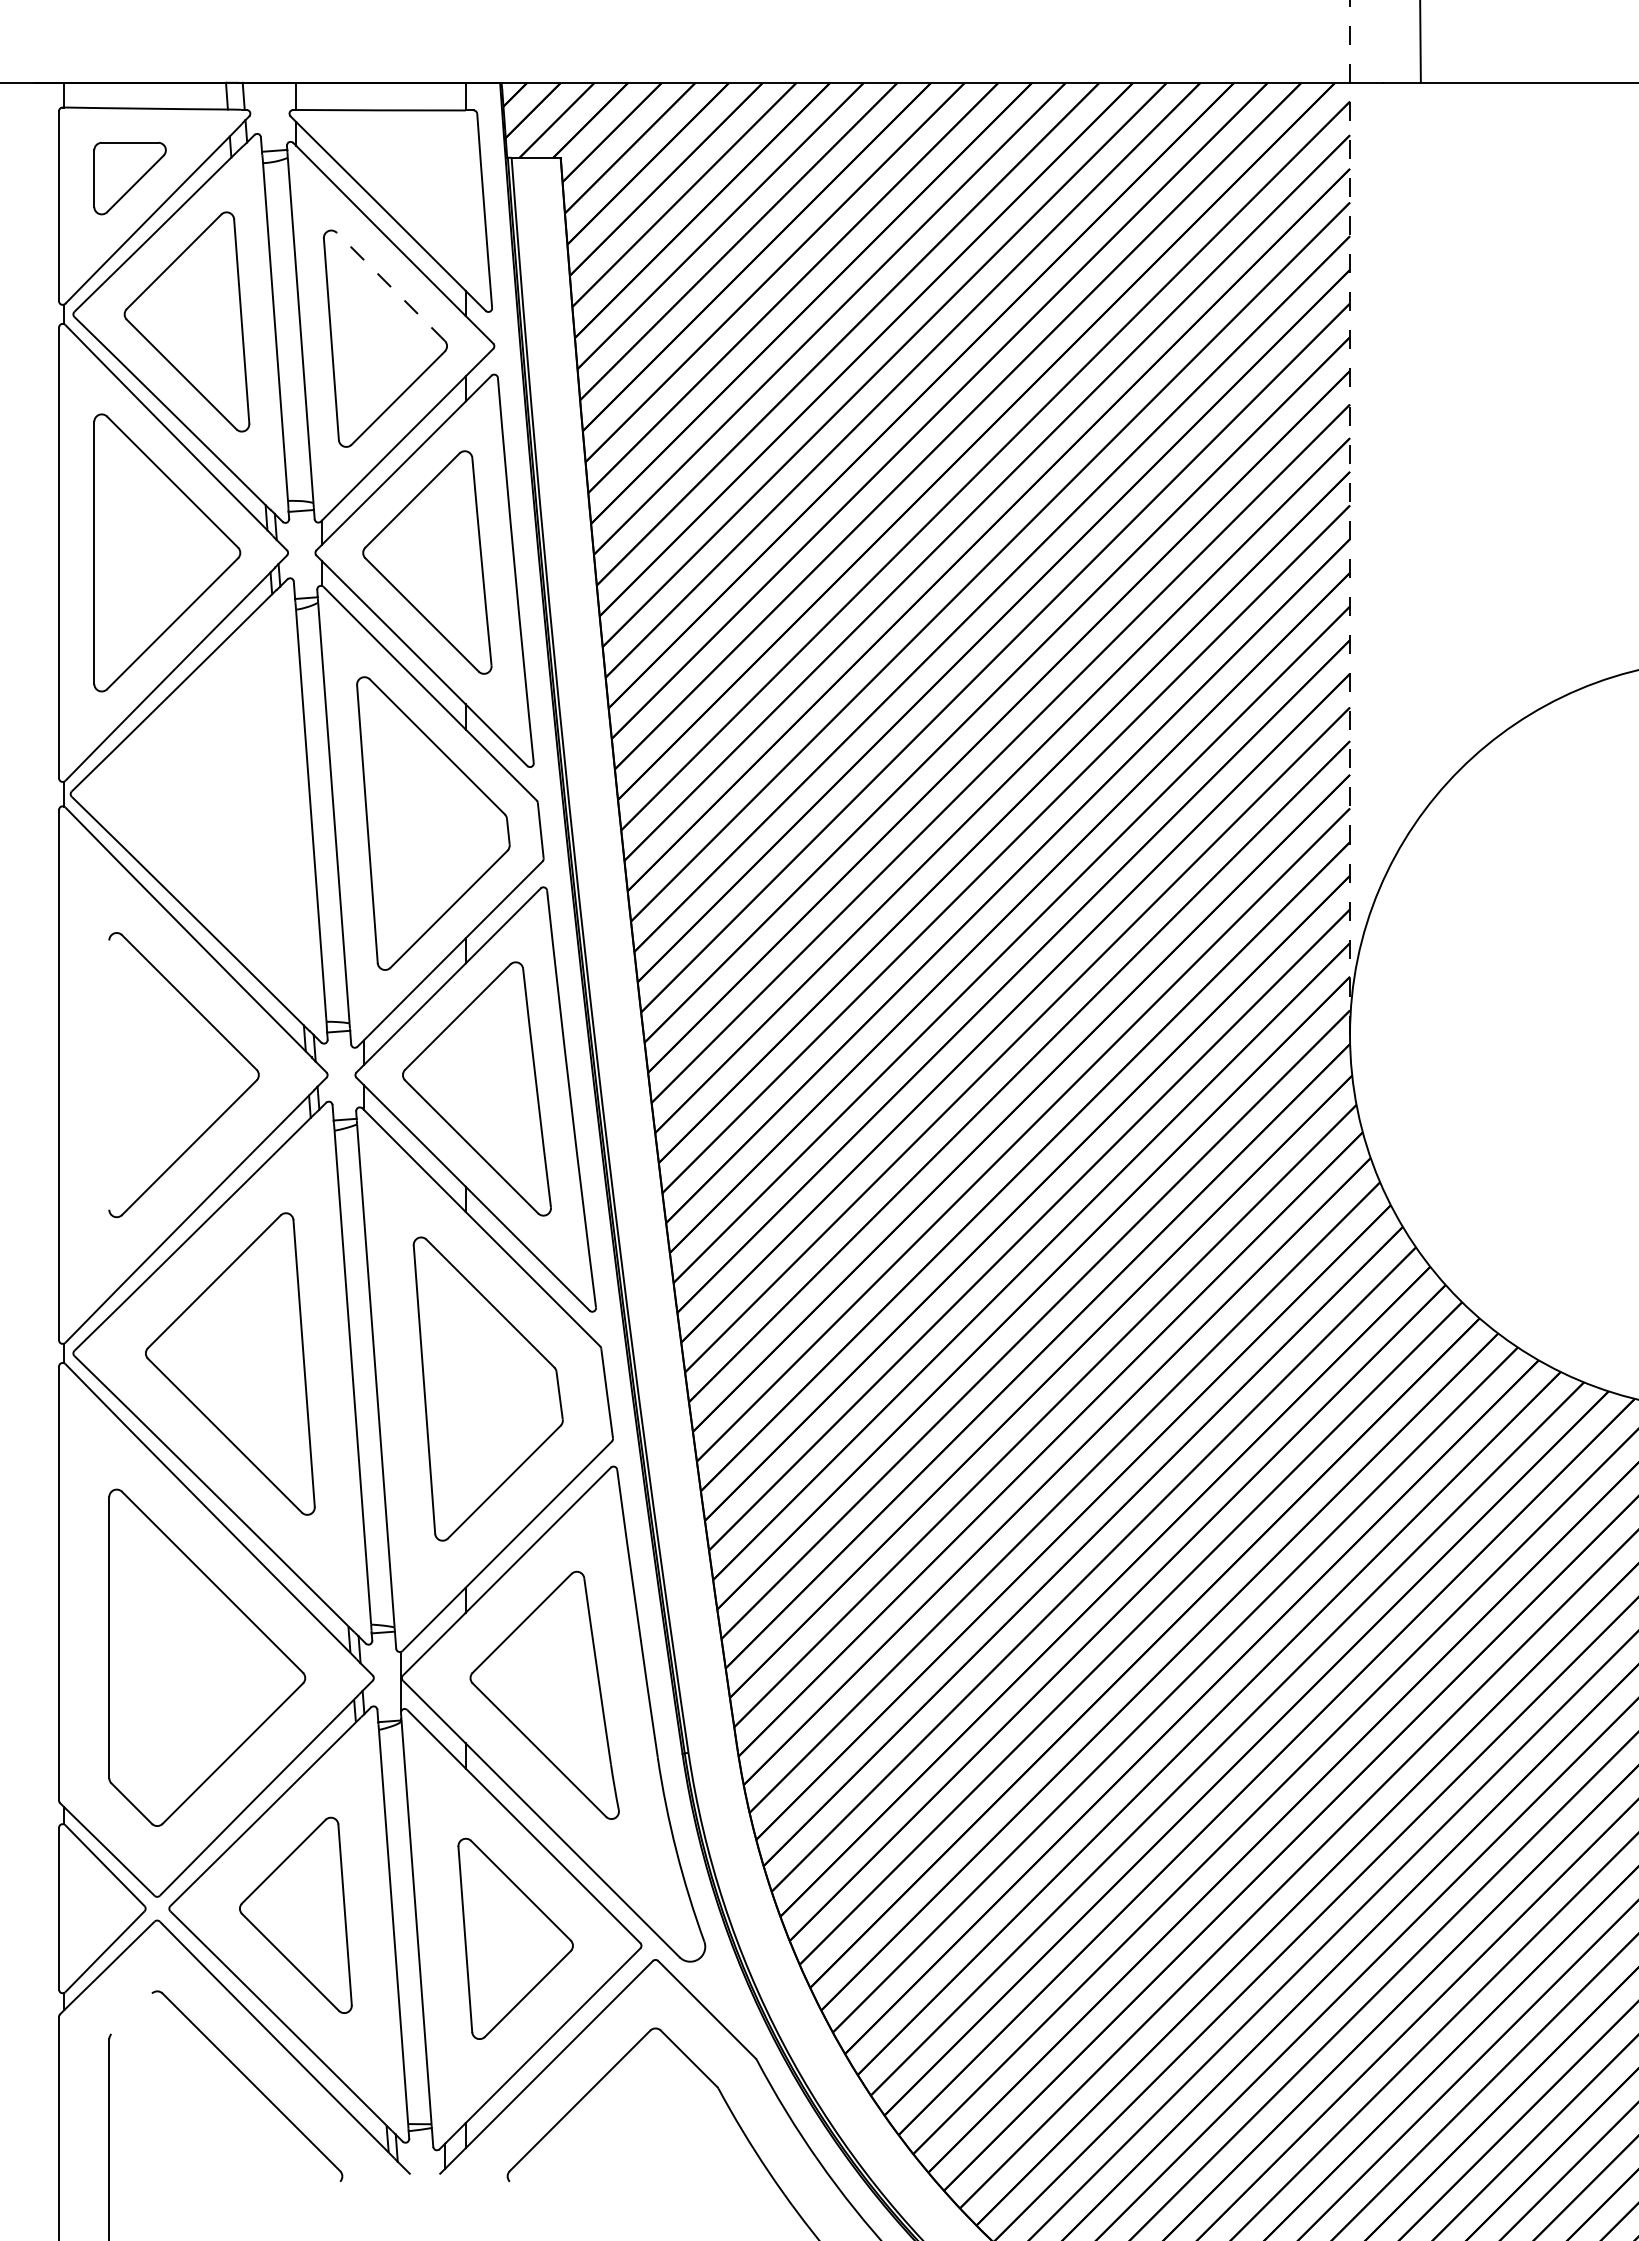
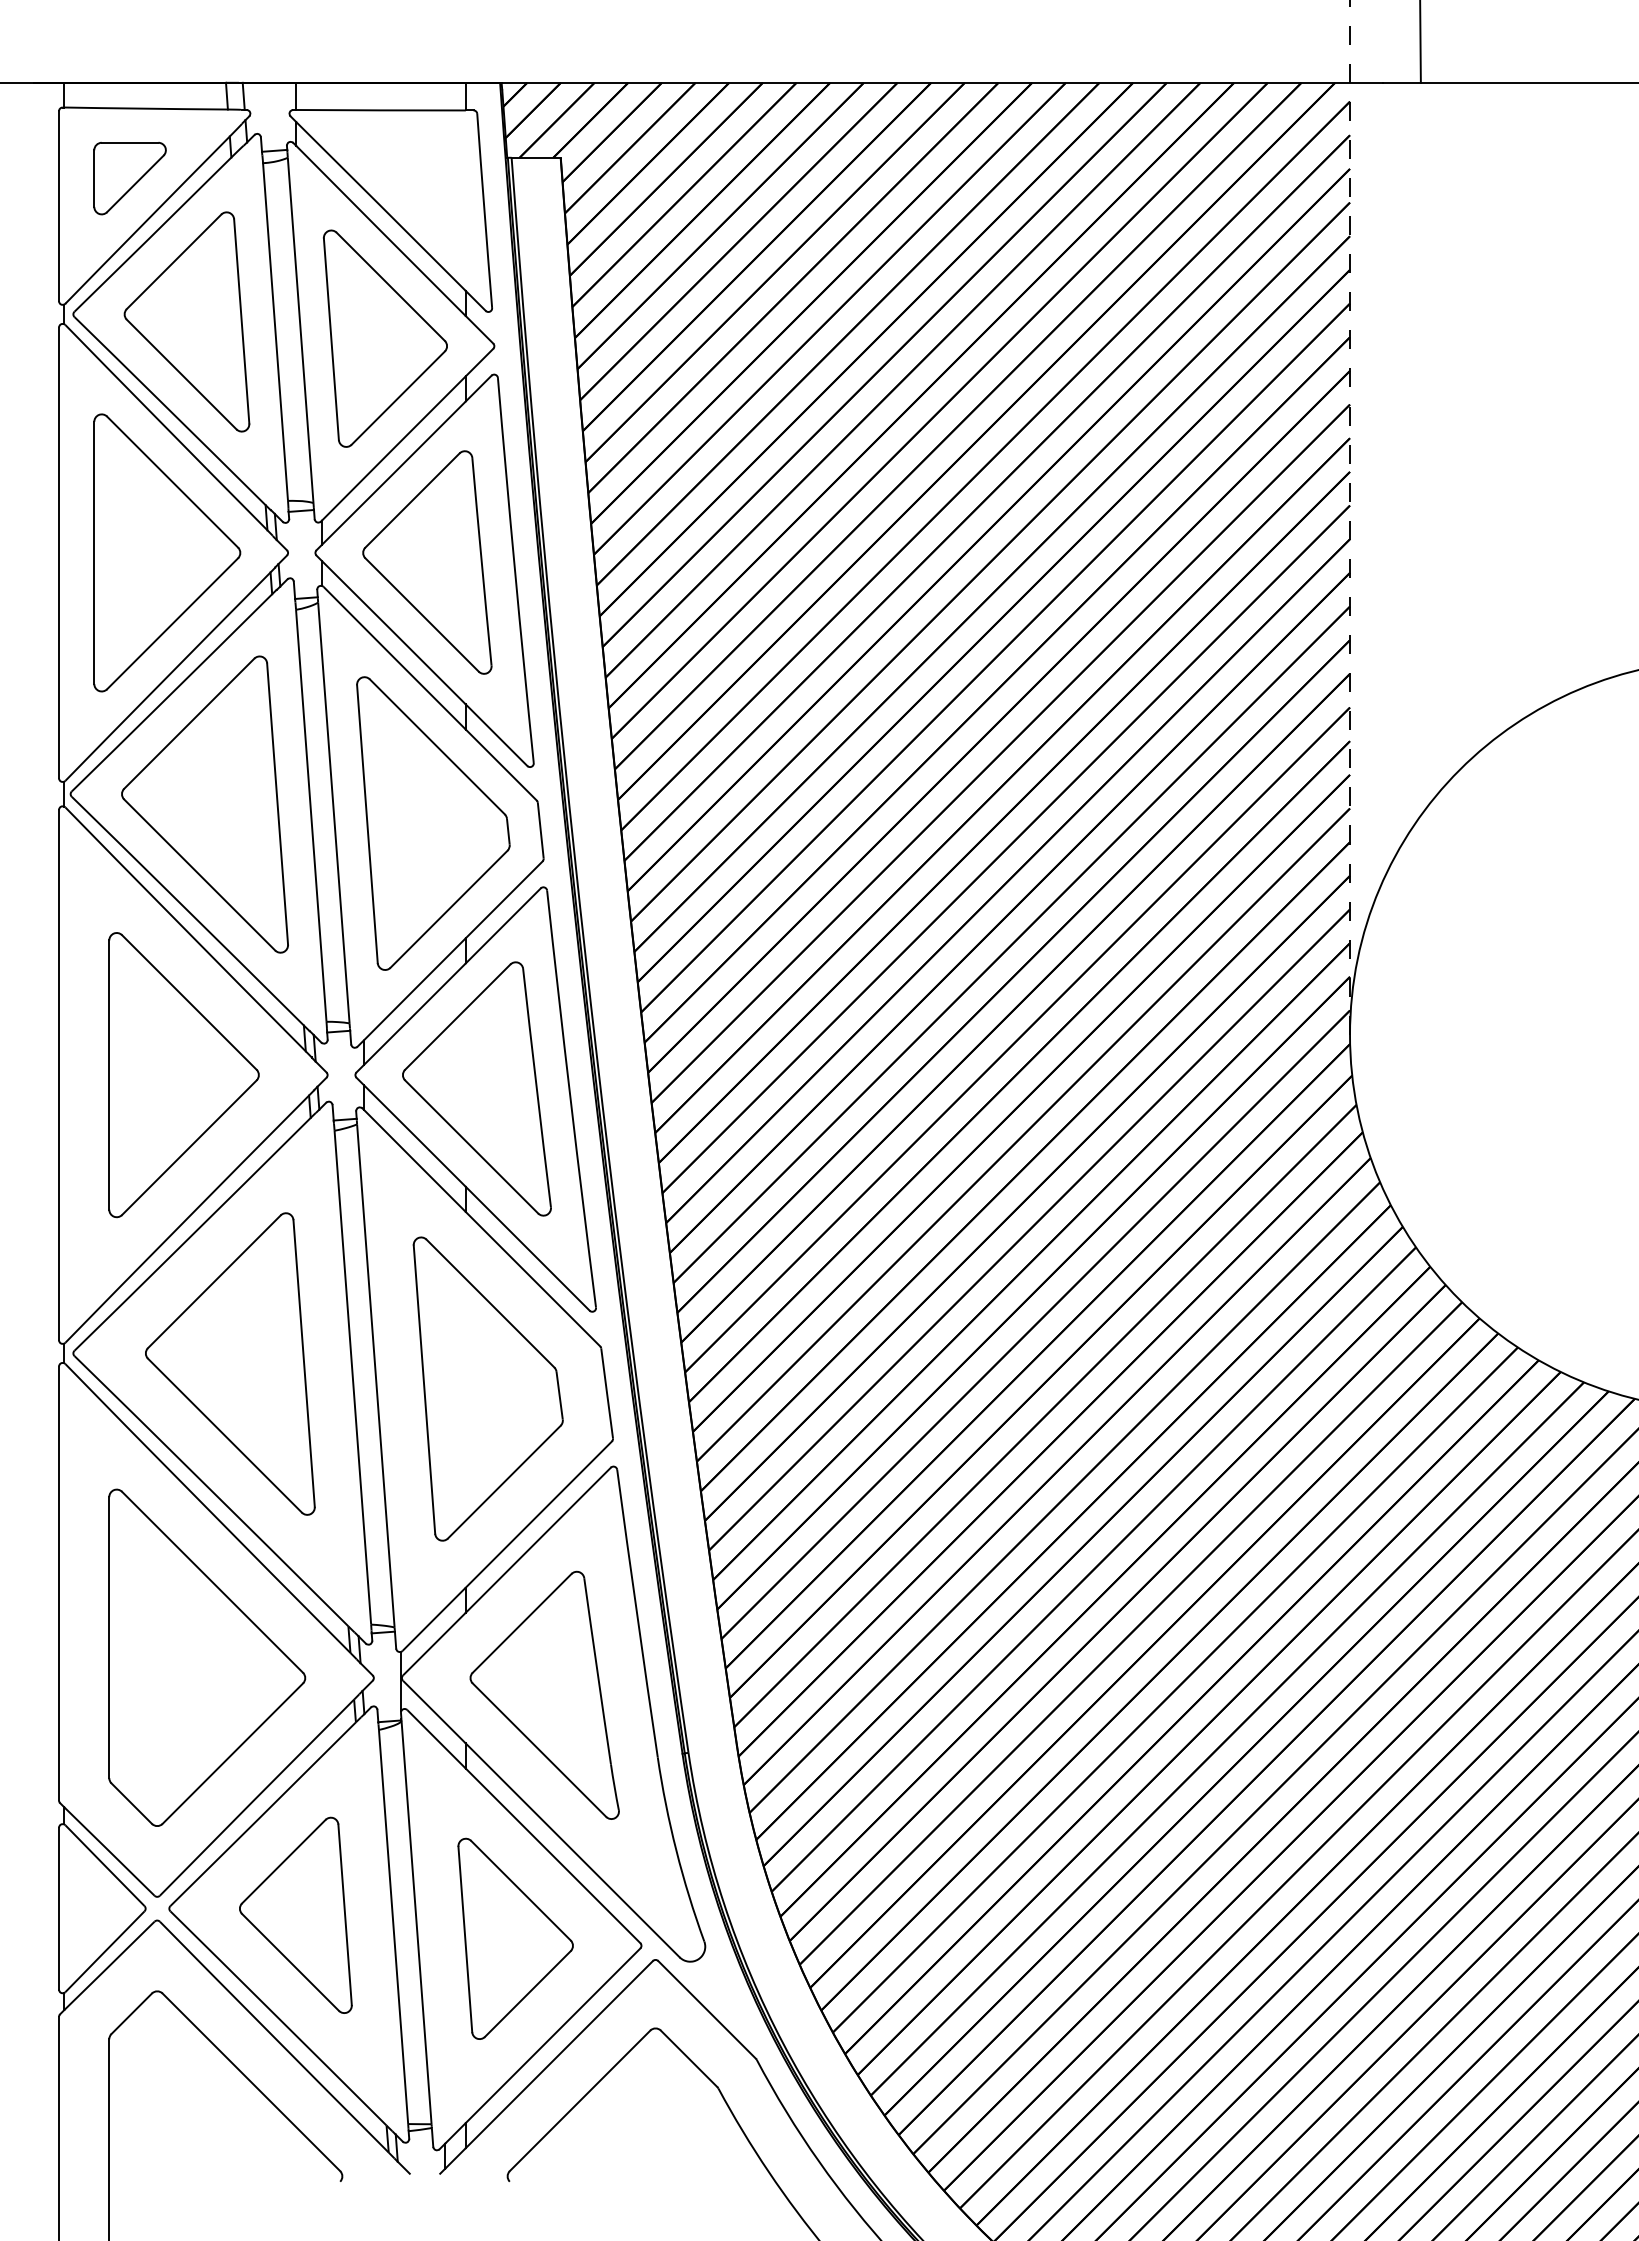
line at (390, 286): dashed -> solid
part at (204, 804): none -> present
line at (109, 1074): none -> present
line at (131, 2013): none -> present
